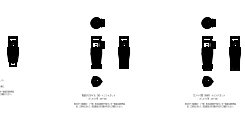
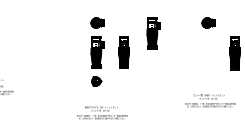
part at (153, 33): none -> present
part at (12, 51): present -> none
part at (208, 61): present -> none
text at (99, 100) position: (99, 100) -> (102, 112)
